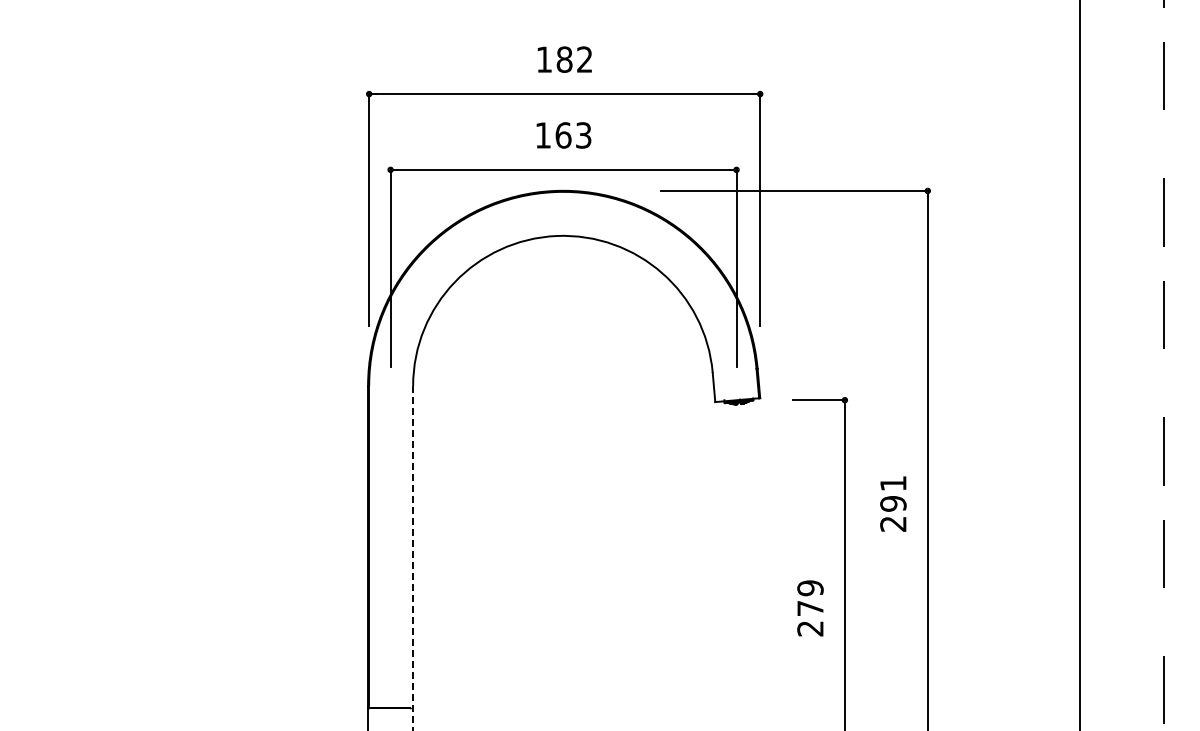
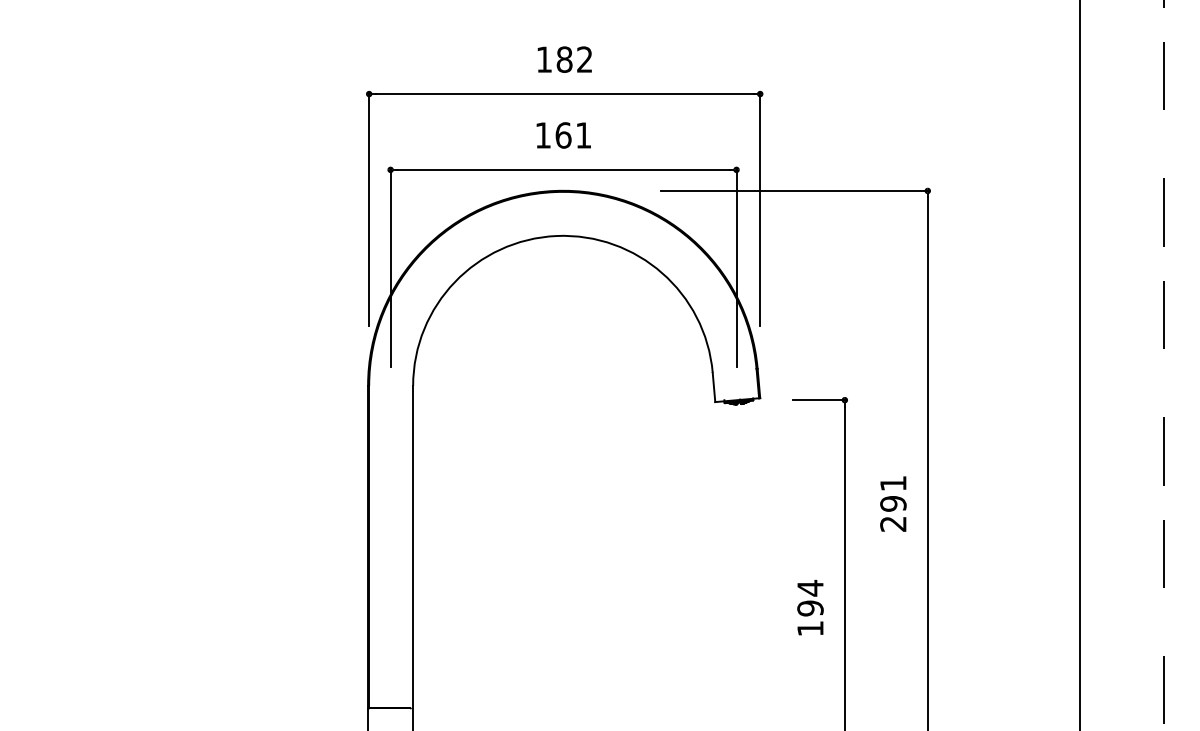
text at (583, 135): 163 -> 161
line at (413, 558): dashed -> solid
text at (810, 607): 279 -> 194
